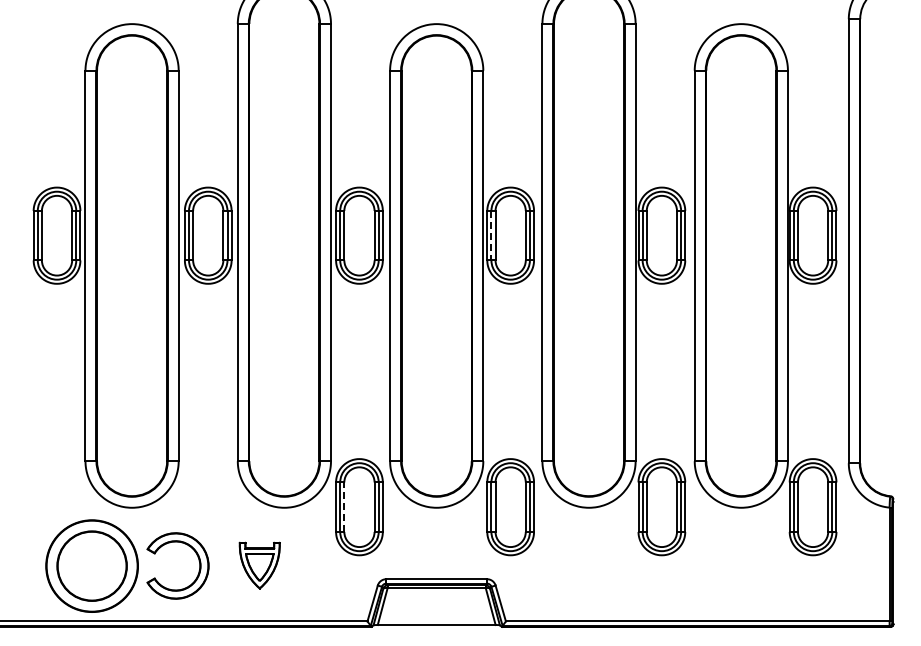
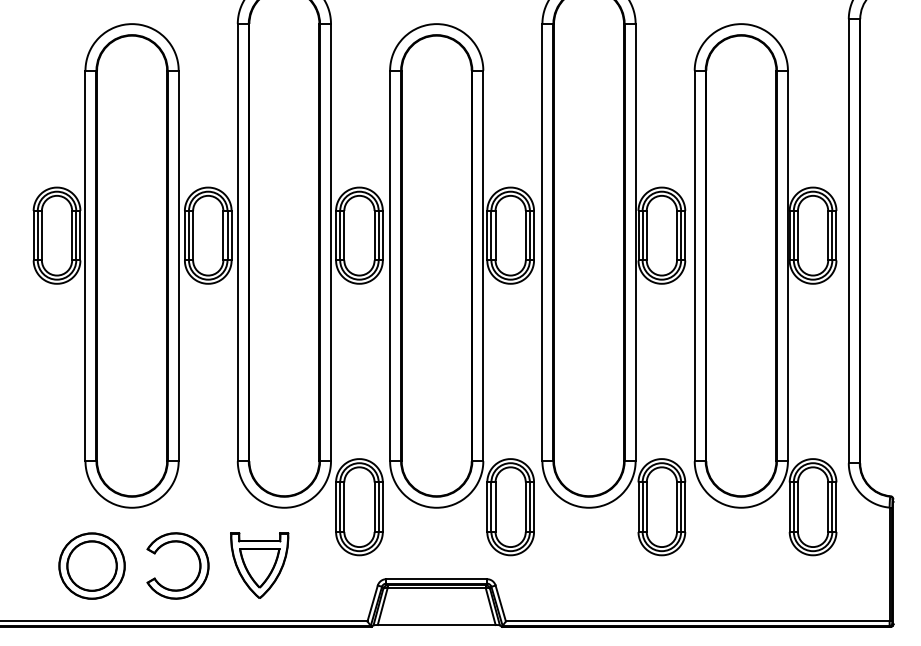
line at (491, 235): dashed -> solid
line at (344, 507): dashed -> solid
part at (91, 565) size: 94x94 px -> 68x68 px
part at (259, 565) size: 43x49 px -> 60x67 px
